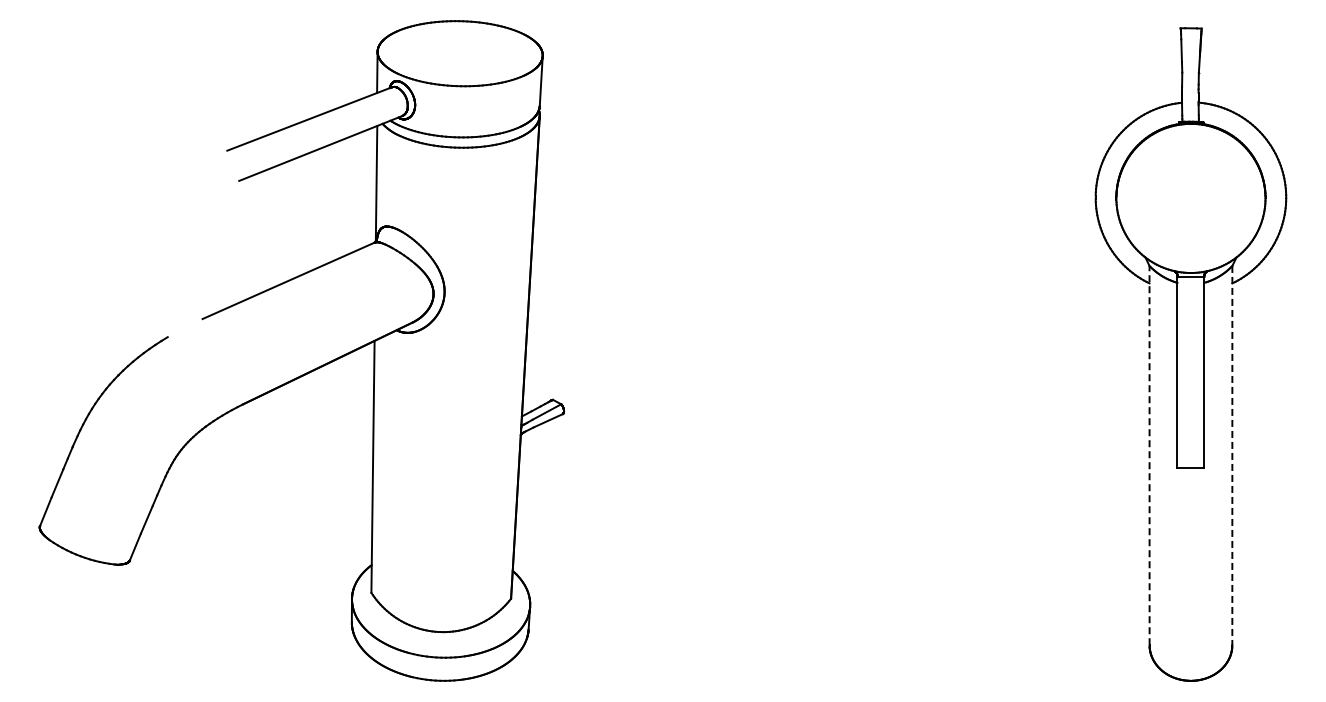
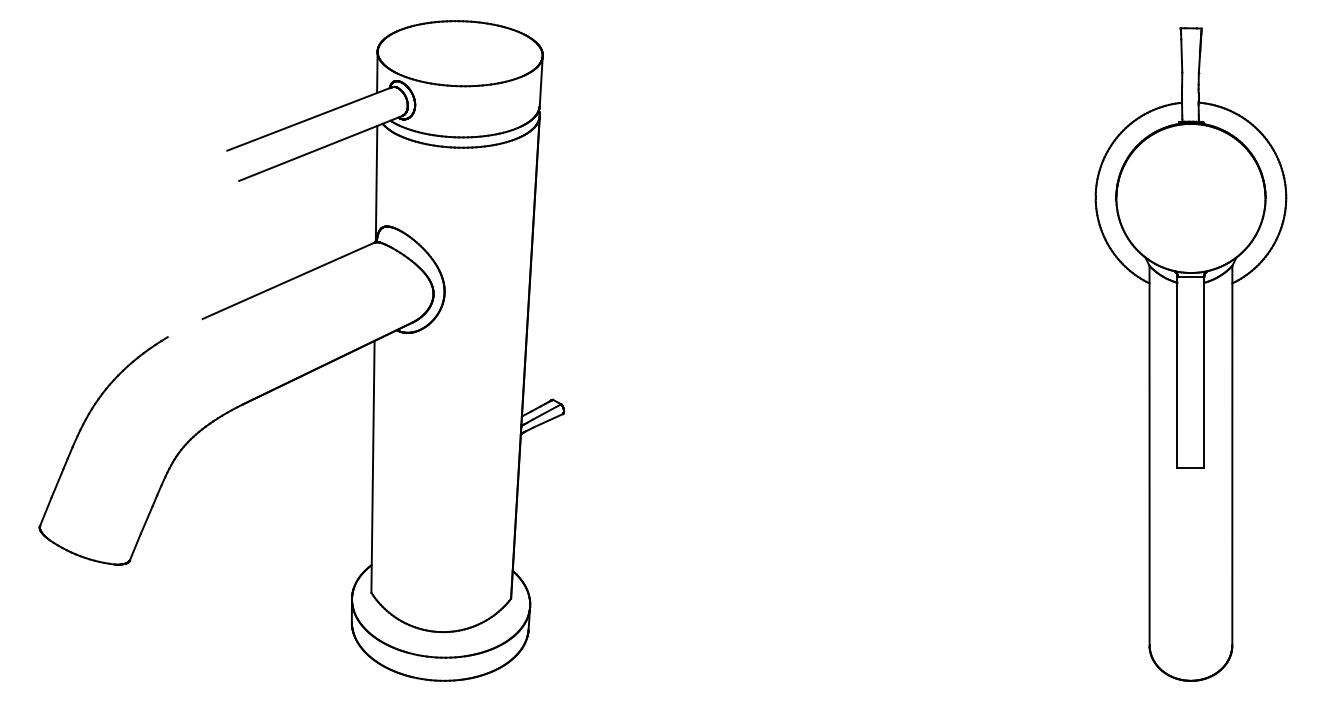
line at (1149, 455): dashed -> solid
line at (1232, 455): dashed -> solid
